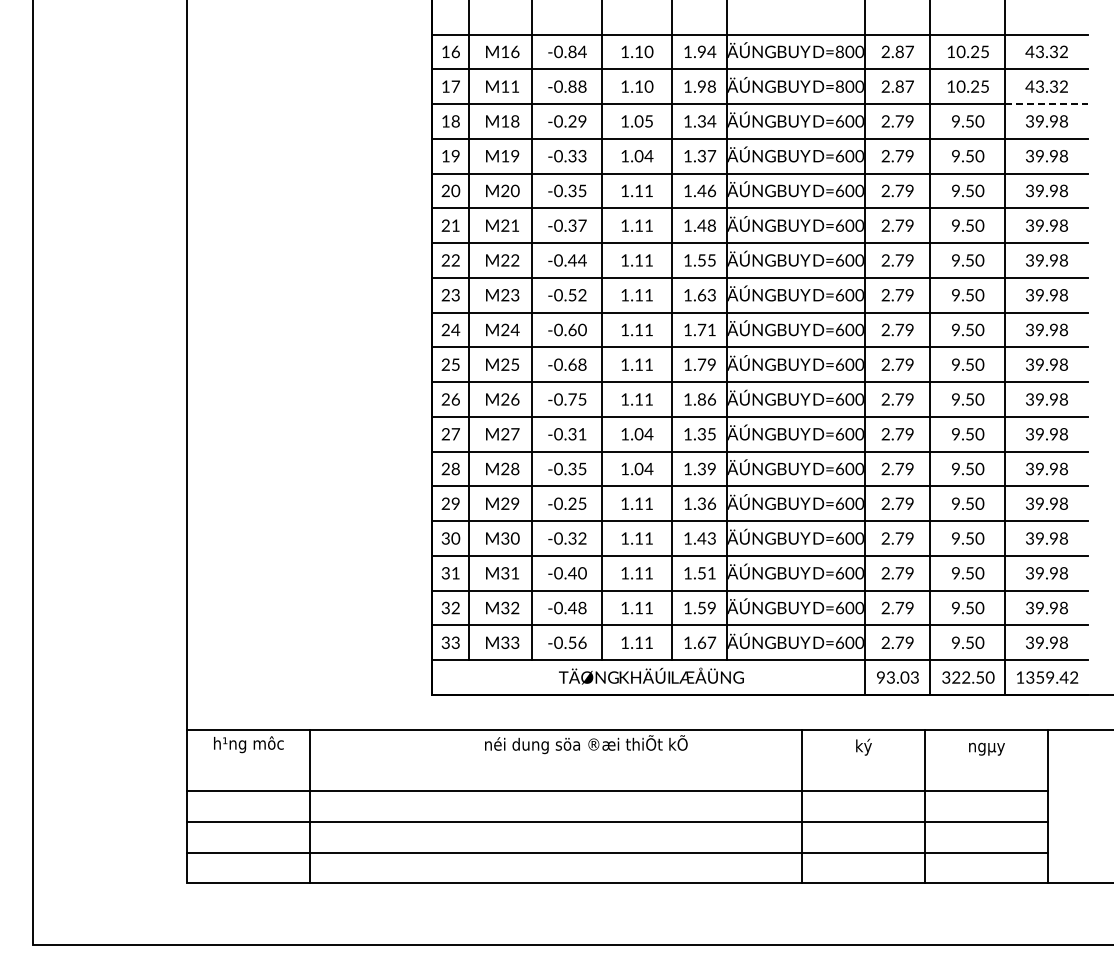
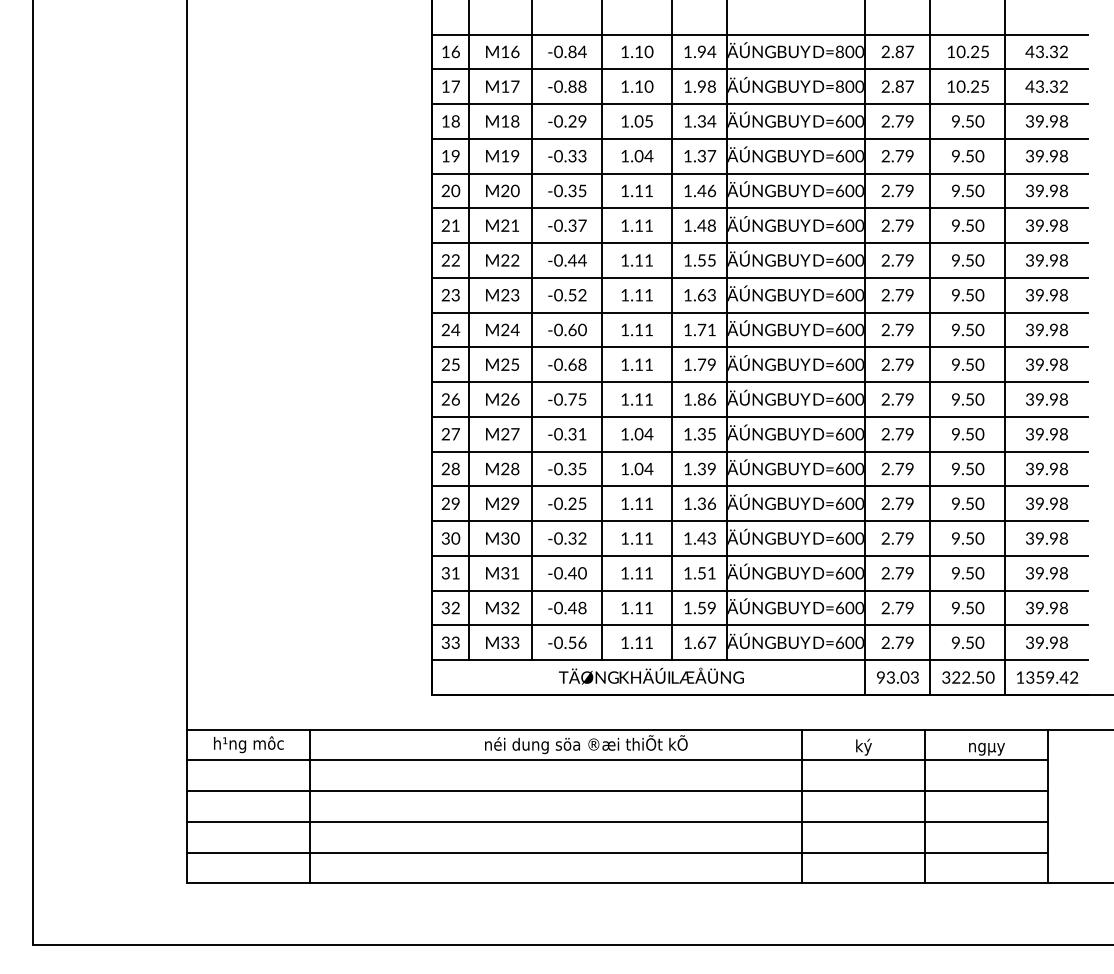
text at (515, 86): M11 -> M17
line at (1047, 104): dashed -> solid
line at (617, 760): none -> present
